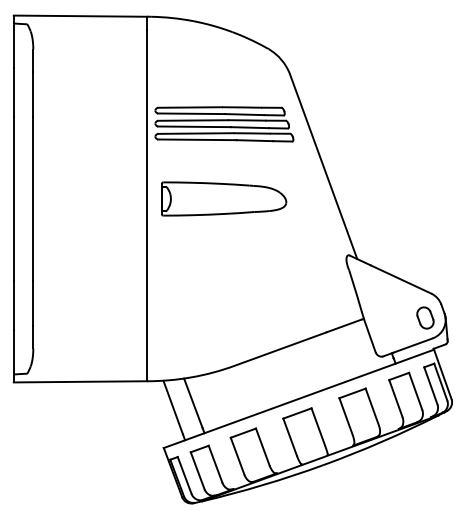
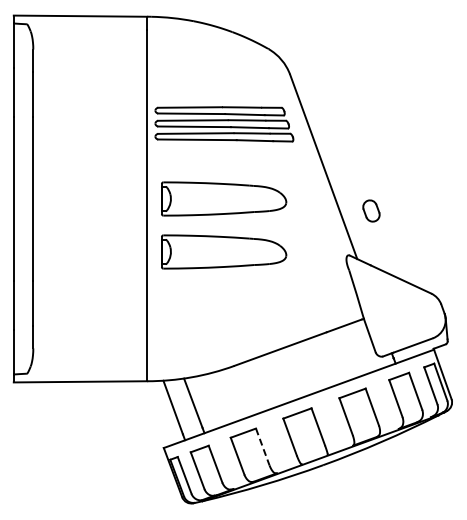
part at (224, 251): none -> present
part at (425, 317) position: (425, 317) -> (371, 210)
line at (262, 446): solid -> dashed
